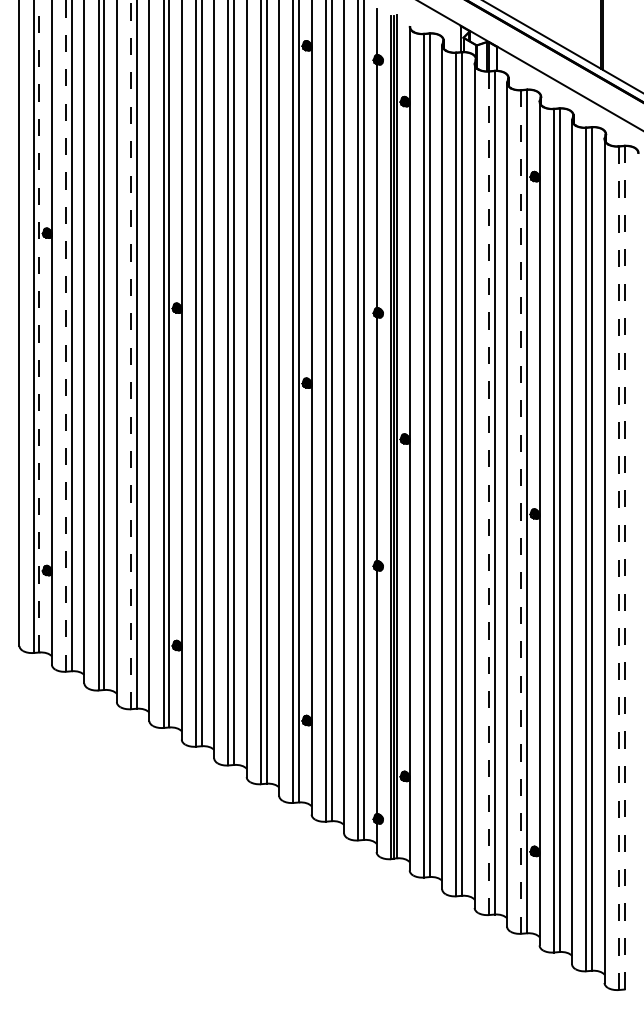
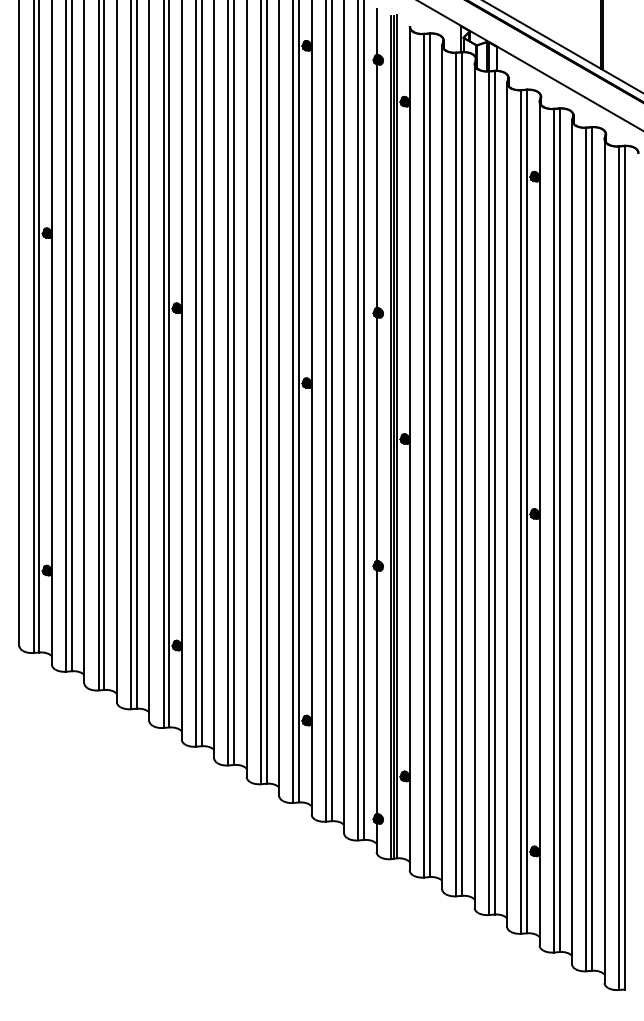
line at (39, 326): dashed -> solid
line at (66, 335): dashed -> solid
line at (131, 354): dashed -> solid
line at (488, 493): dashed -> solid
line at (521, 512): dashed -> solid
line at (624, 567): dashed -> solid
line at (618, 568): dashed -> solid
